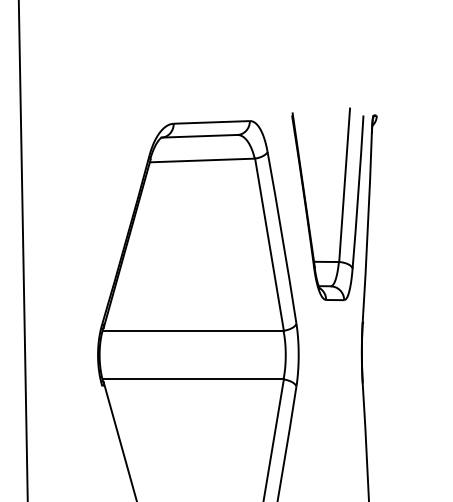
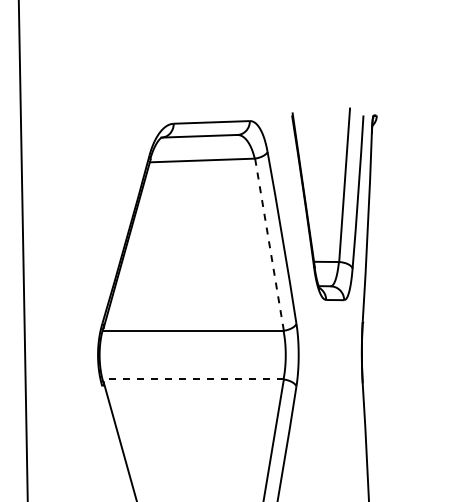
line at (269, 244): solid -> dashed
line at (193, 379): solid -> dashed
